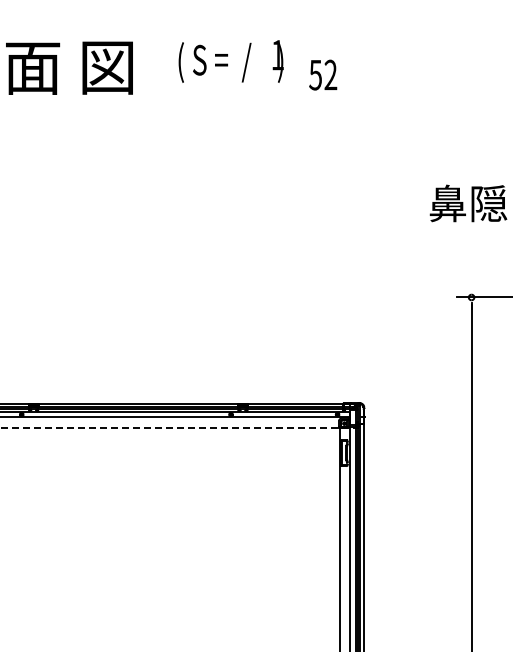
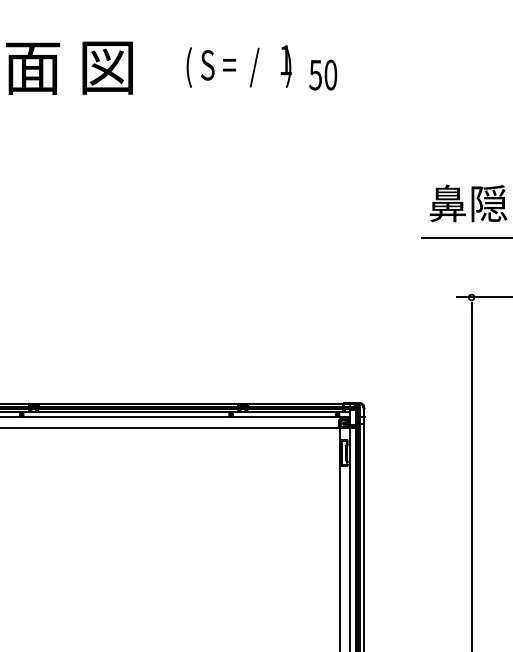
text at (230, 61) position: (230, 61) -> (238, 66)
text at (330, 74): 52 -> 50
line at (465, 237): none -> present
line at (179, 427): dashed -> solid
